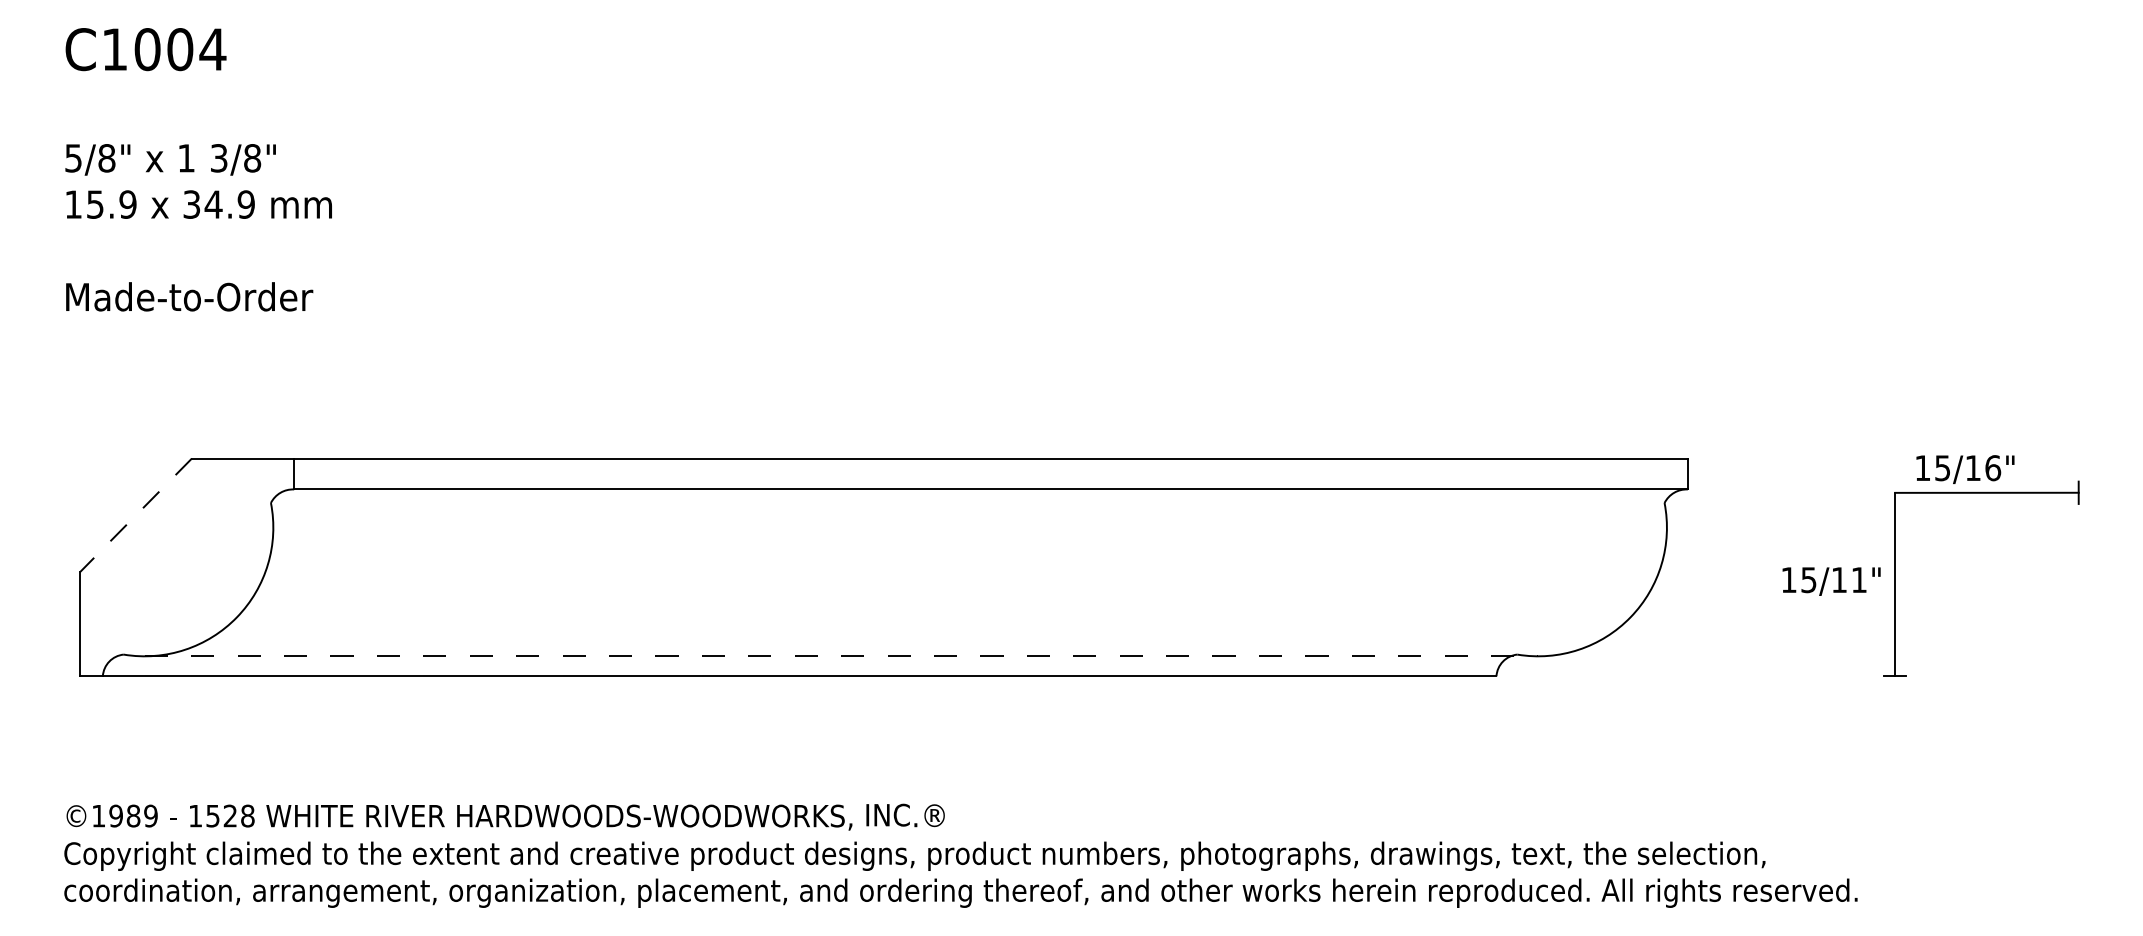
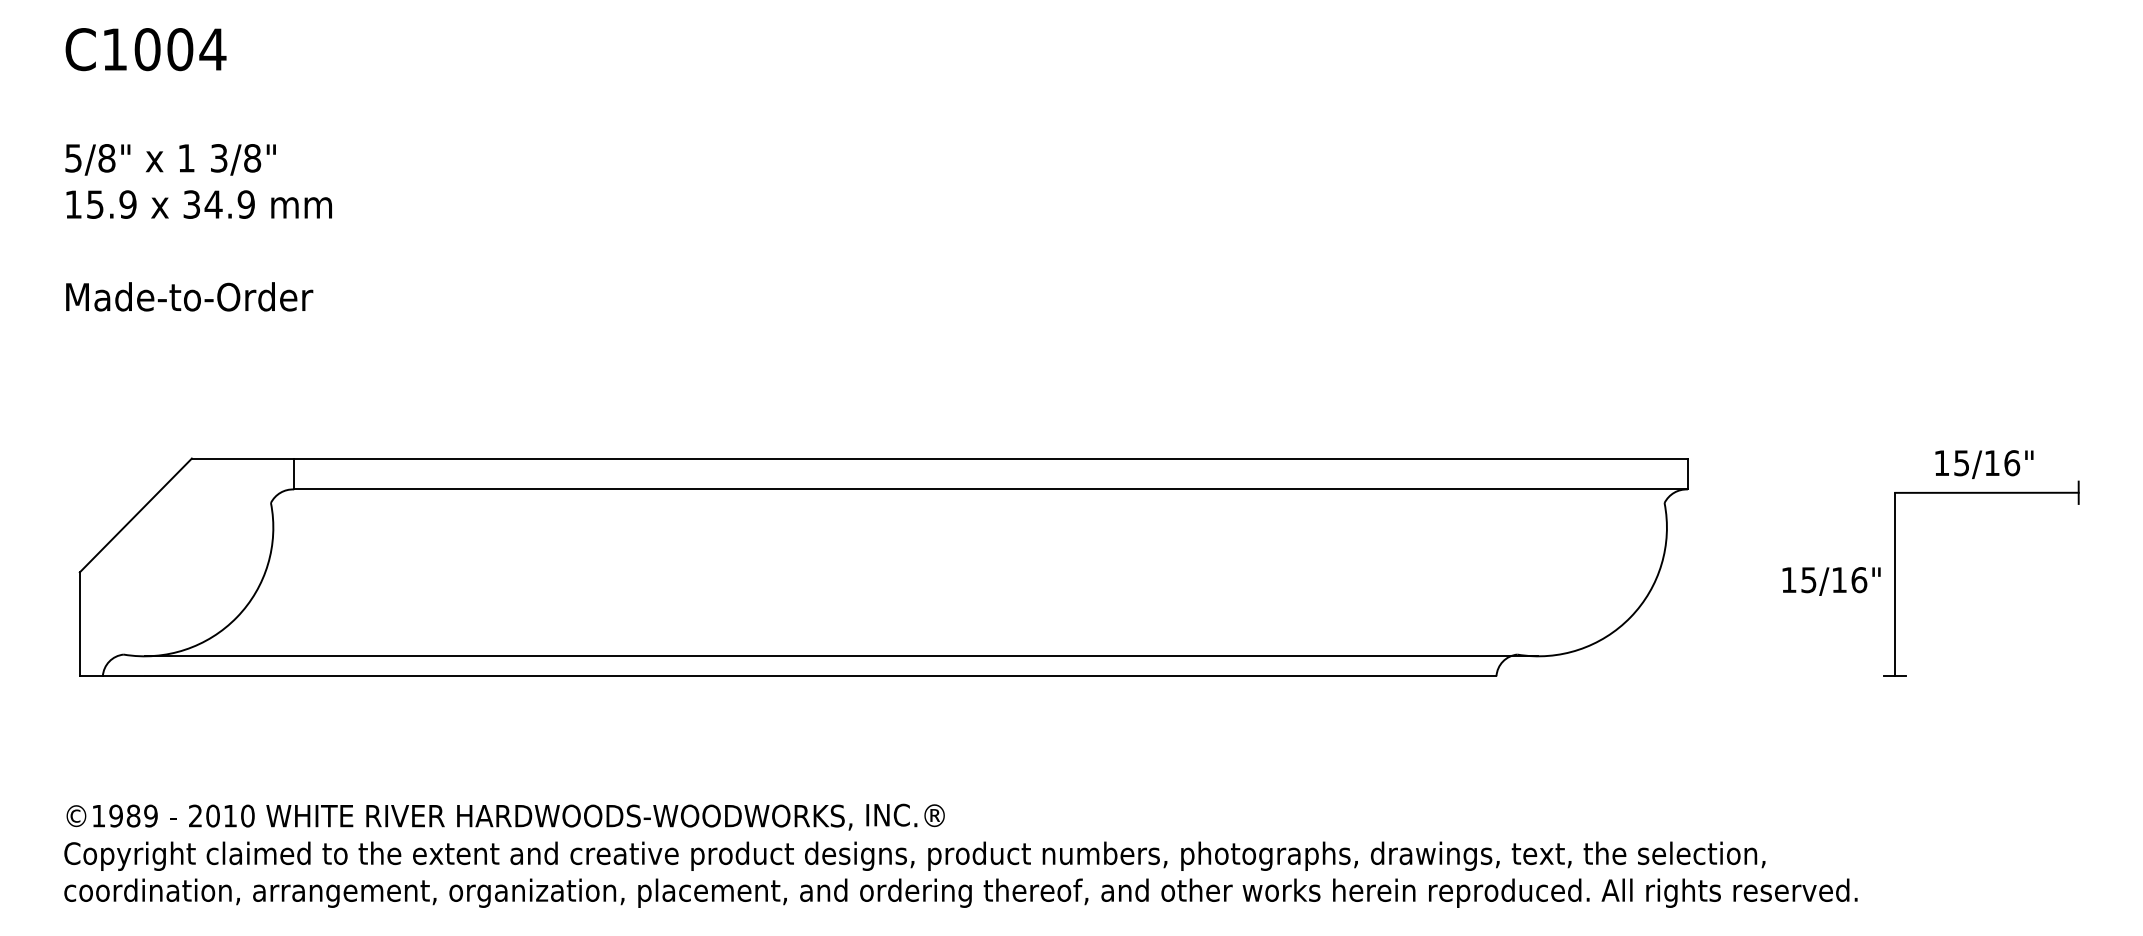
text at (1965, 469) position: (1965, 469) -> (1984, 464)
line at (135, 515): dashed -> solid
text at (1859, 580): 15/11" -> 15/16"
line at (841, 656): dashed -> solid
text at (221, 815): 1528 -> 2010
